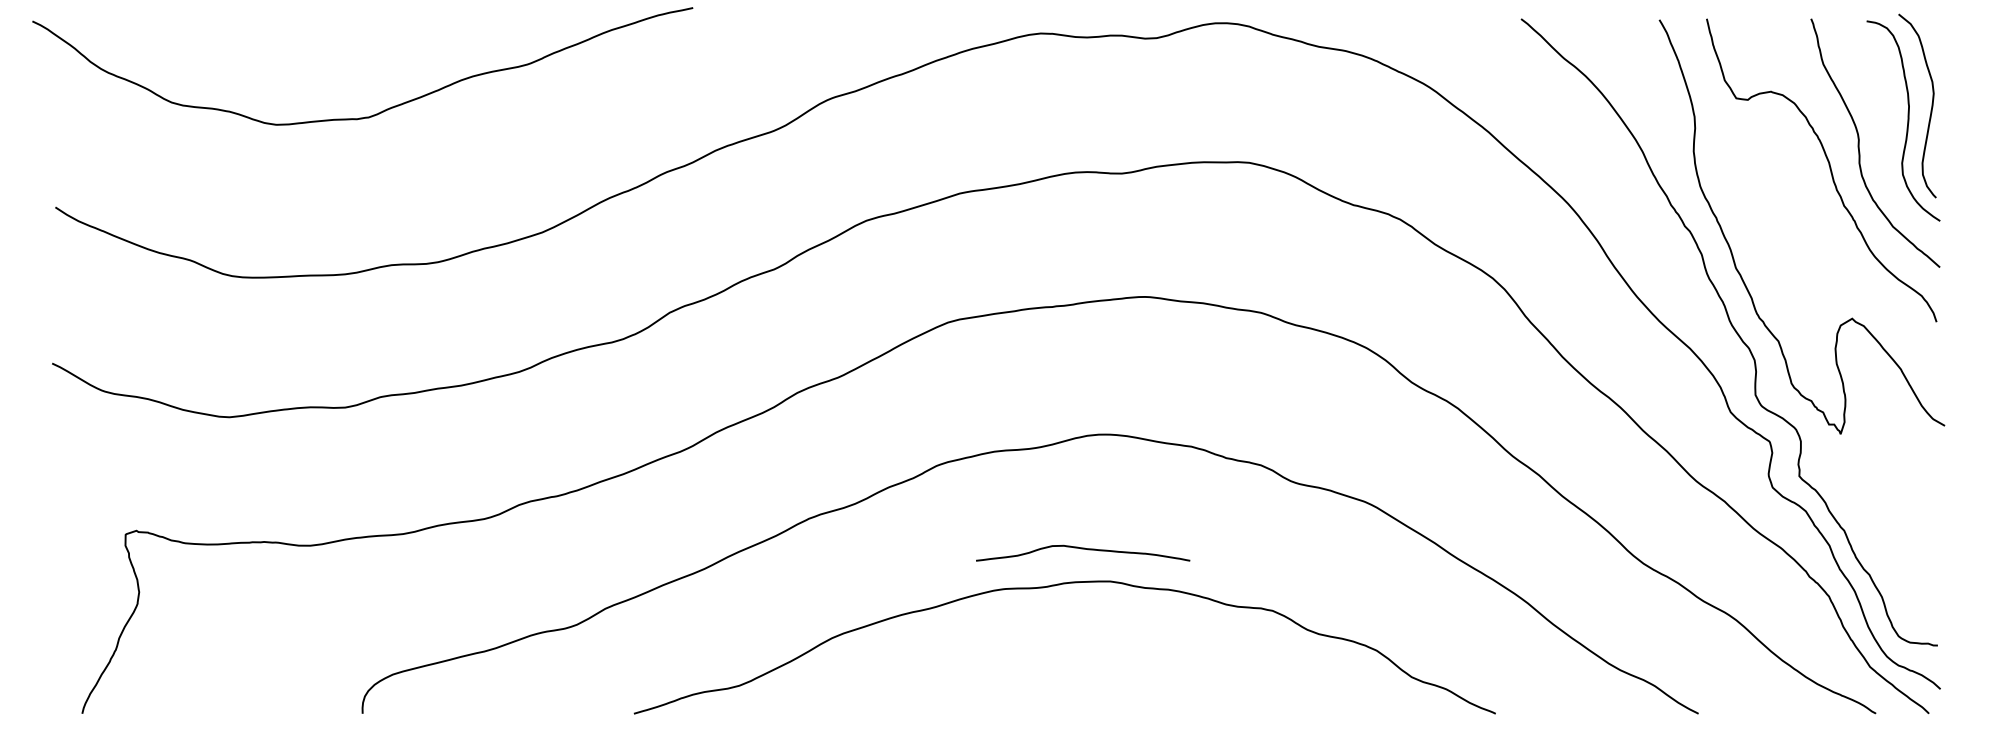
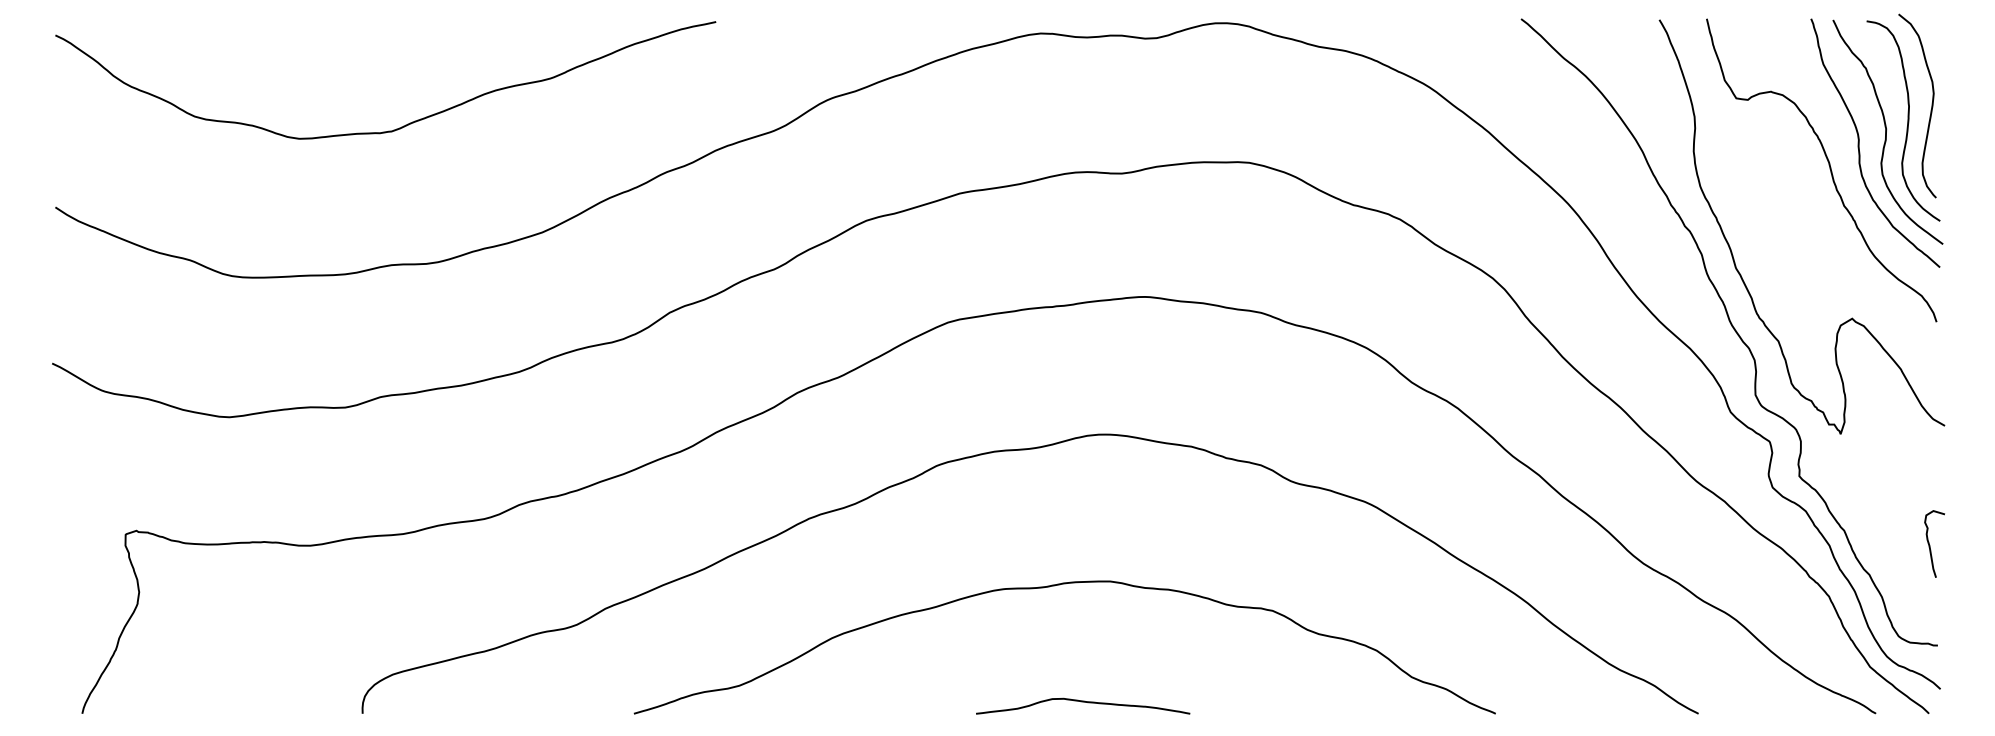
curve at (384, 109) position: (384, 109) -> (407, 123)
curve at (1886, 131): none -> present
curve at (1930, 545): none -> present
curve at (1083, 549) position: (1083, 549) -> (1083, 702)
